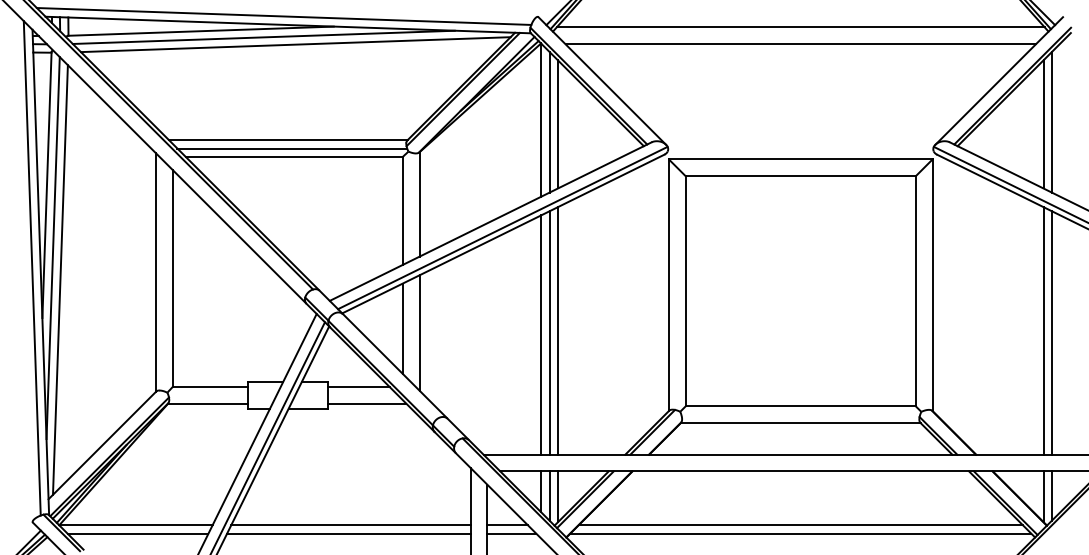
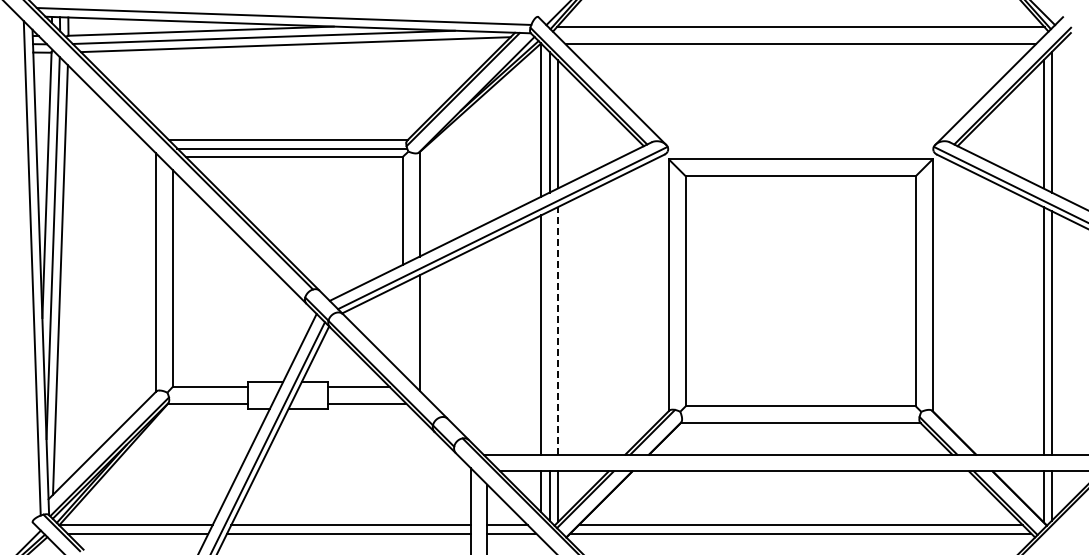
line at (402, 328): present -> none
line at (557, 330): solid -> dashed
line at (549, 332): present -> none
